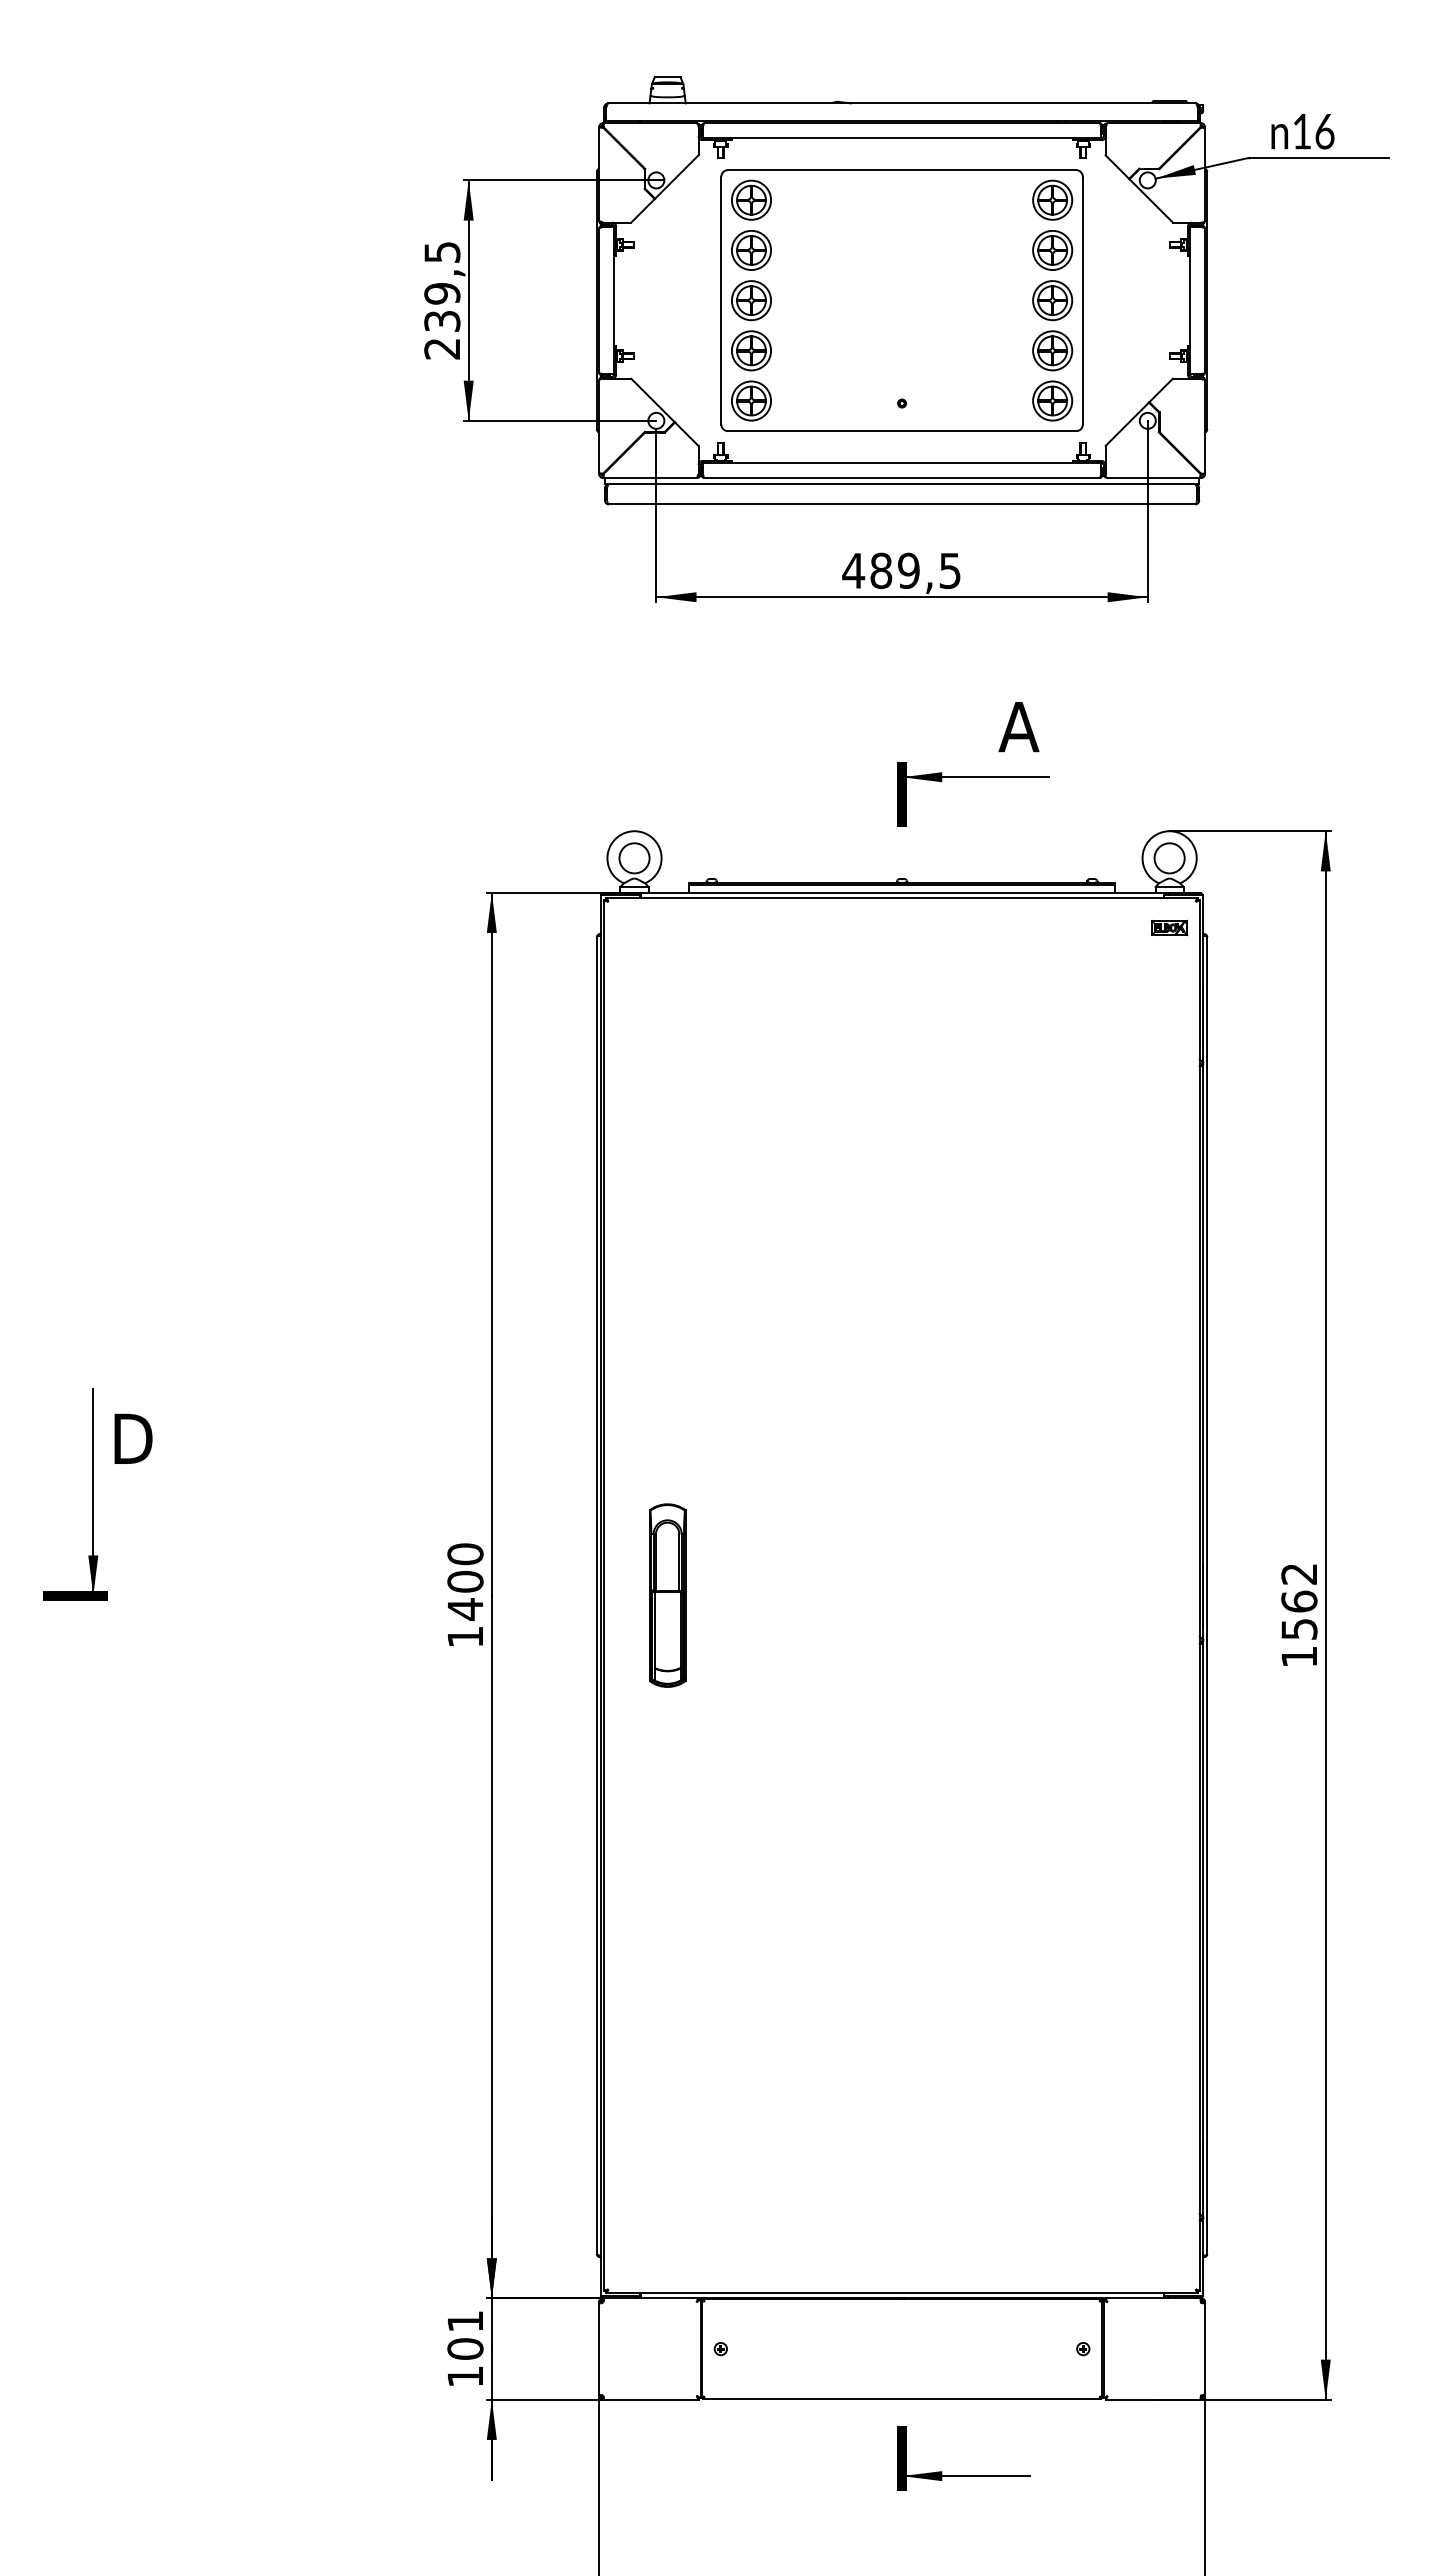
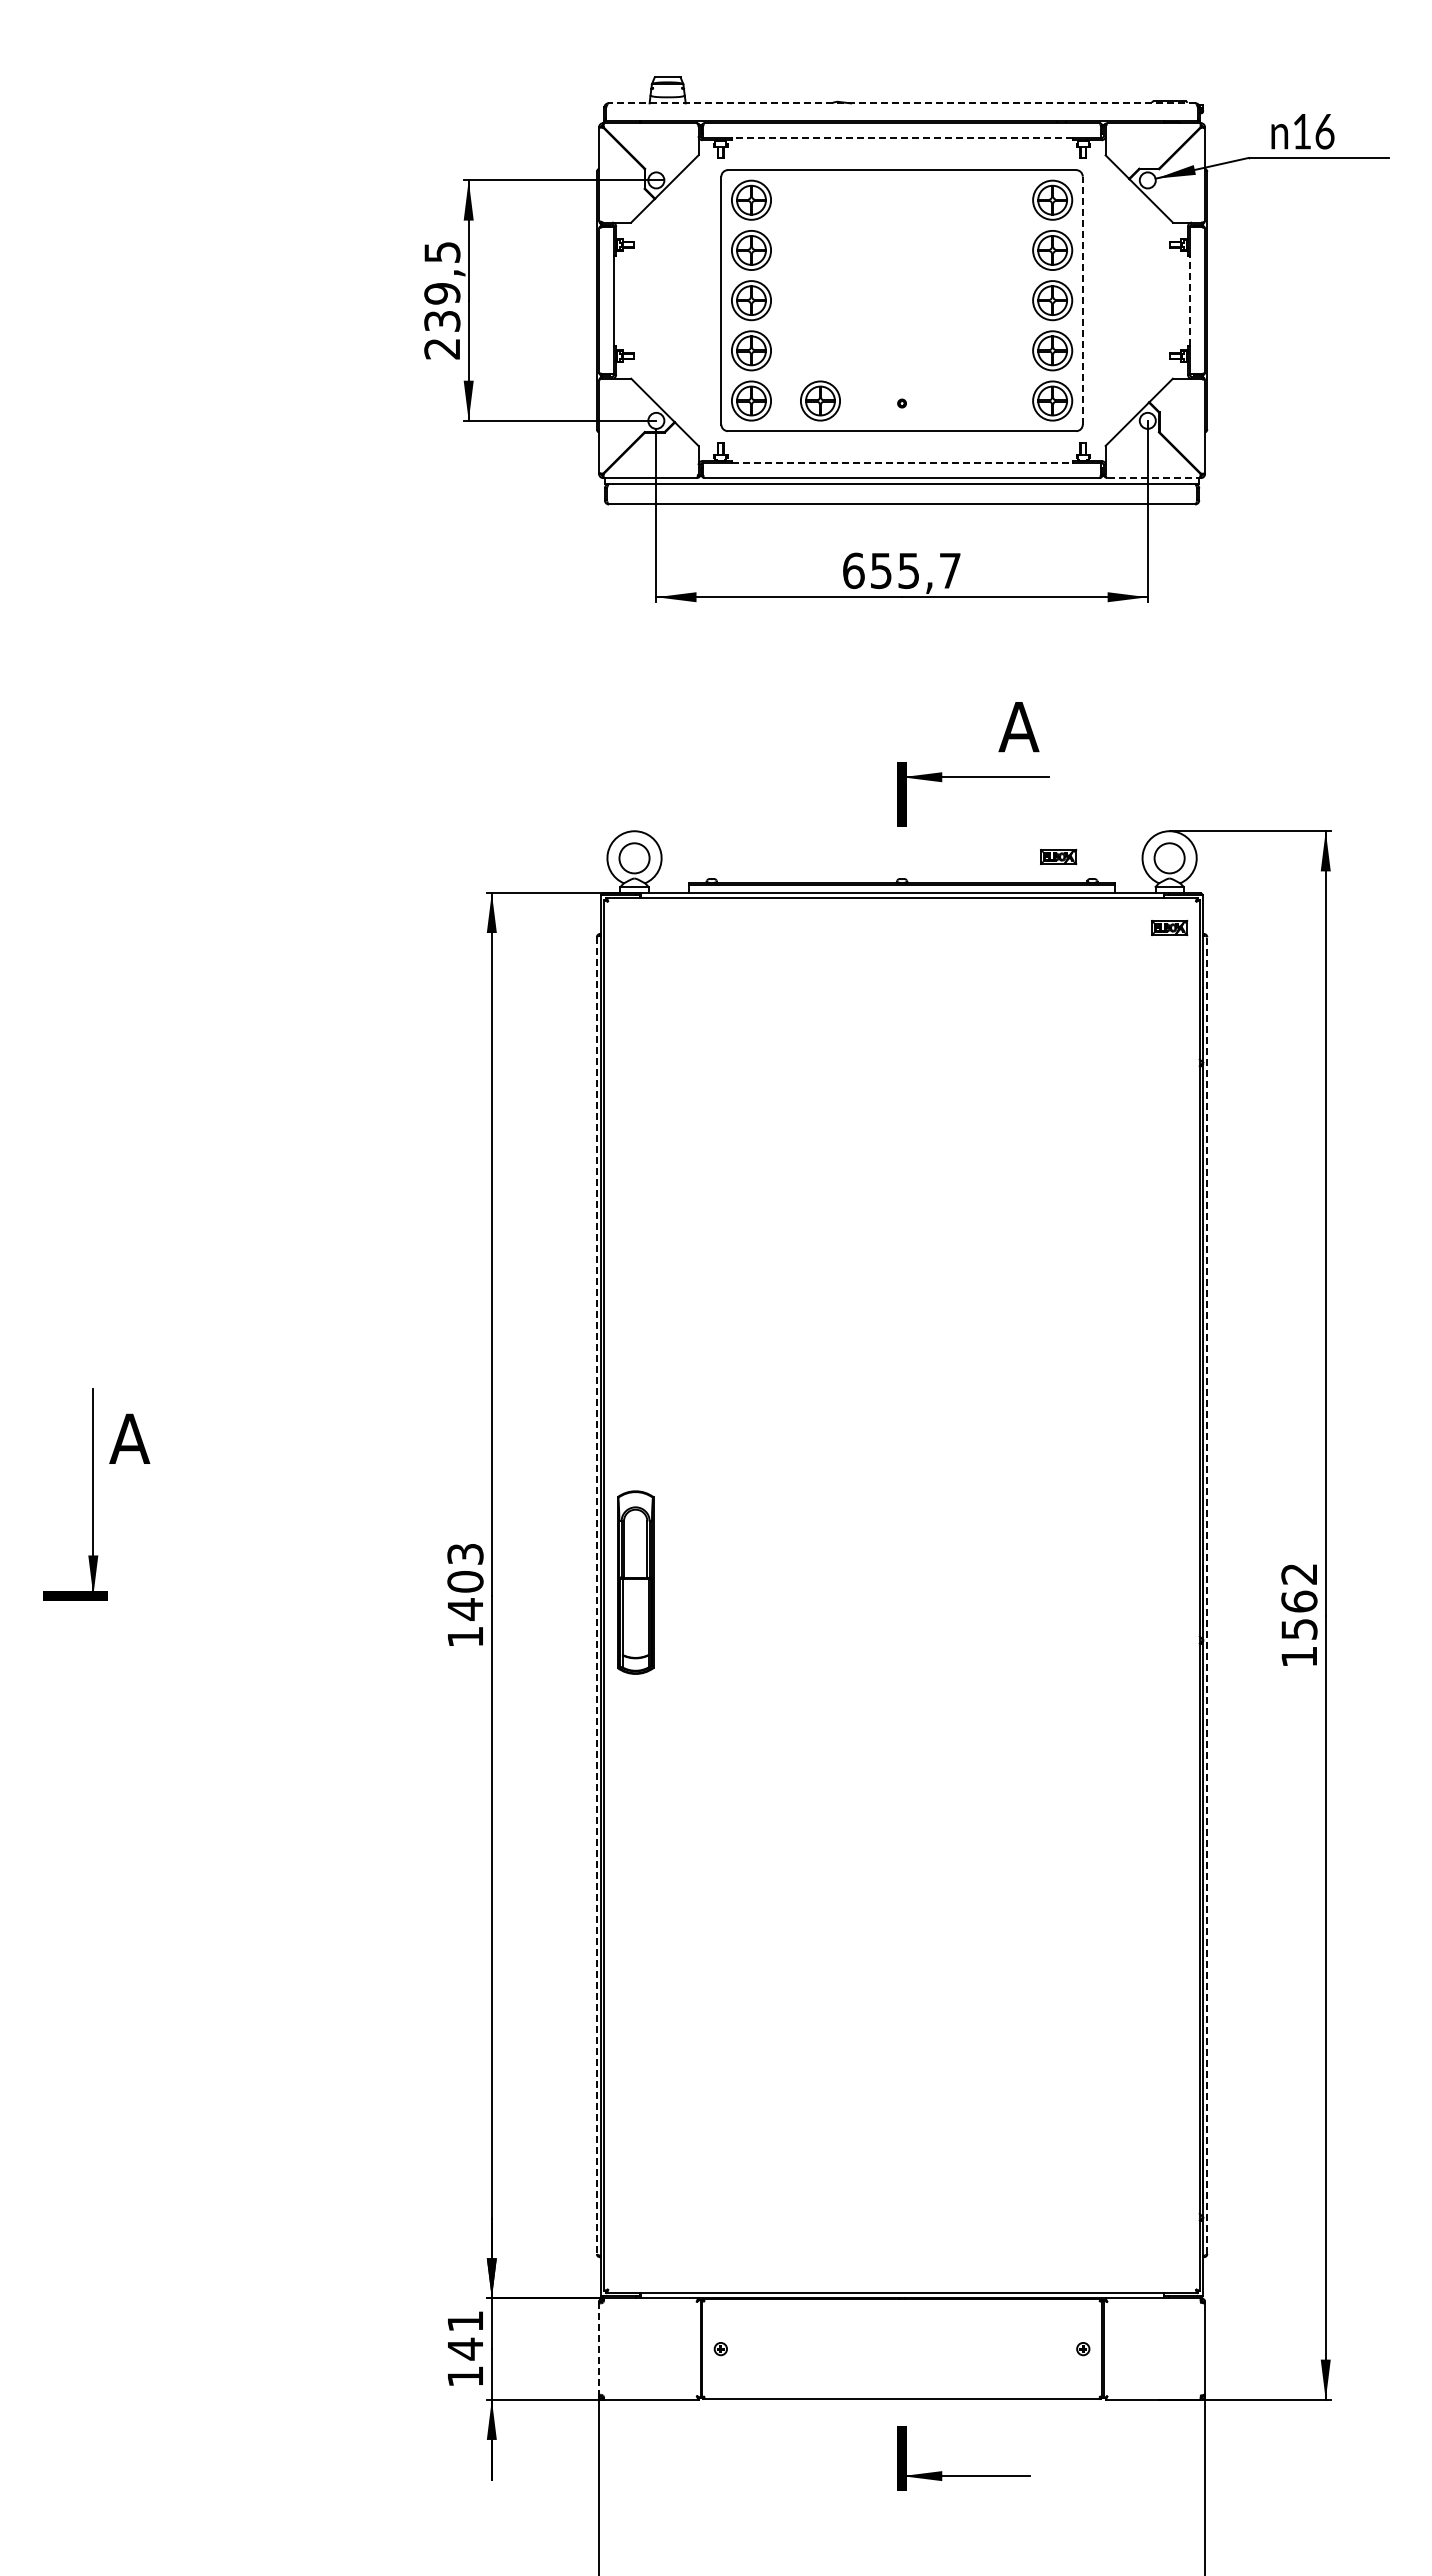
line at (902, 103): solid -> dashed
line at (901, 138): solid -> dashed
line at (1082, 300): solid -> dashed
line at (1189, 300): solid -> dashed
part at (820, 400): none -> present
line at (902, 463): solid -> dashed
line at (1154, 478): solid -> dashed
text at (901, 570): 489,5 -> 655,7
part at (1058, 856): none -> present
text at (130, 1438): D -> A
text at (465, 1554): 1400 -> 1403
part at (667, 1595) position: (667, 1595) -> (635, 1582)
line at (1207, 1595): solid -> dashed
line at (596, 1596): solid -> dashed
text at (465, 2348): 101 -> 141
line at (599, 2349): solid -> dashed
